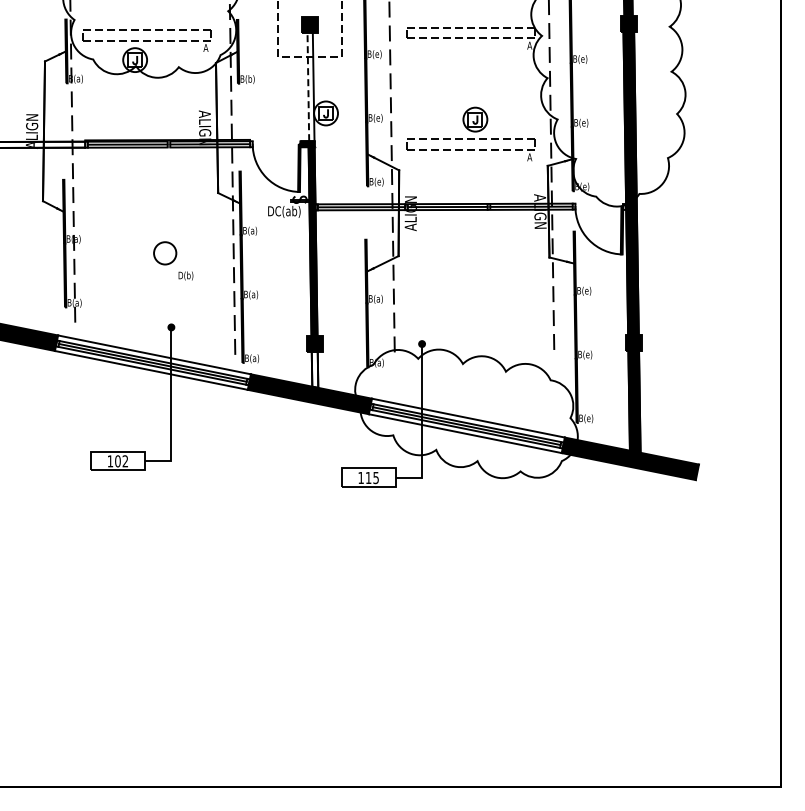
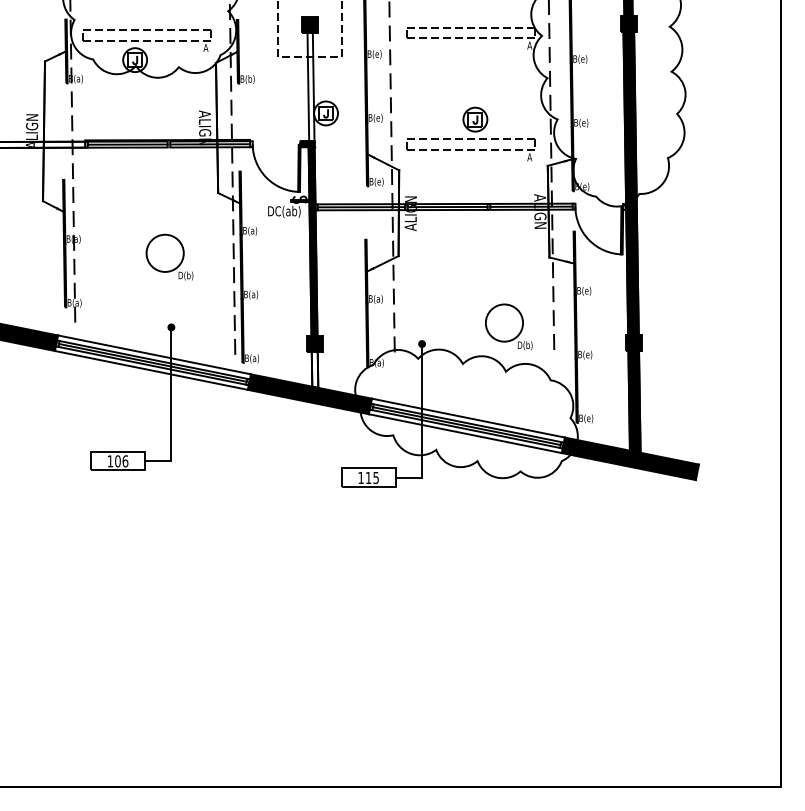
line at (308, 86): dashed -> solid
circle at (165, 253) diameter: 22 px -> 37 px
part at (508, 326): none -> present
text at (125, 461): 102 -> 106
